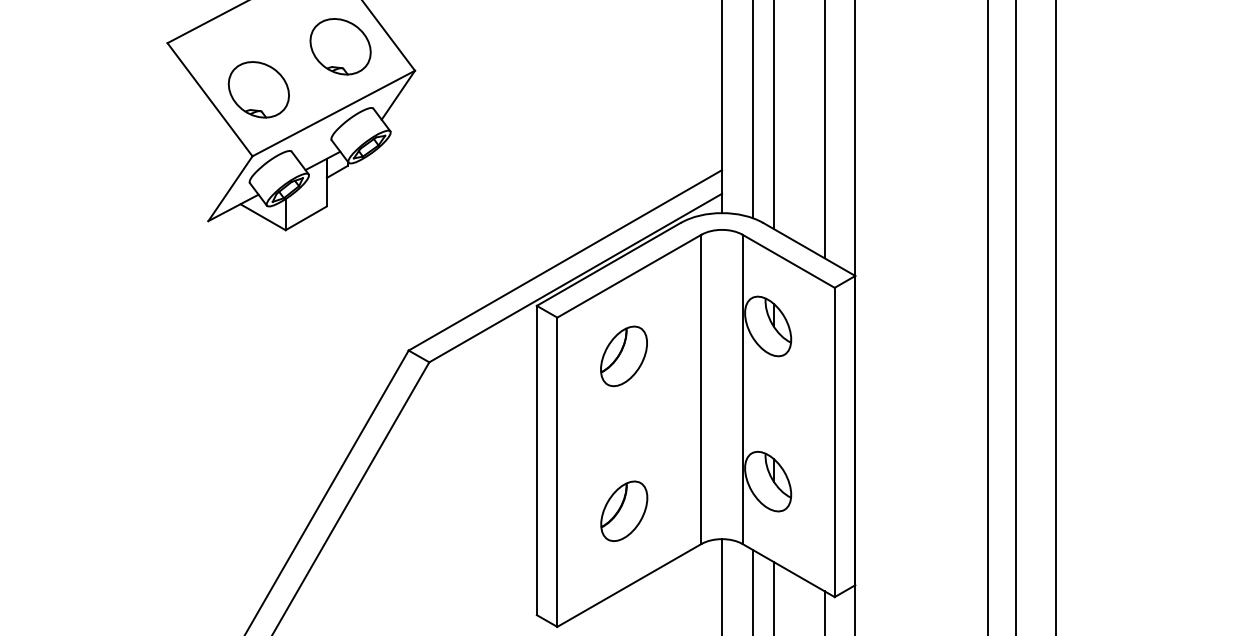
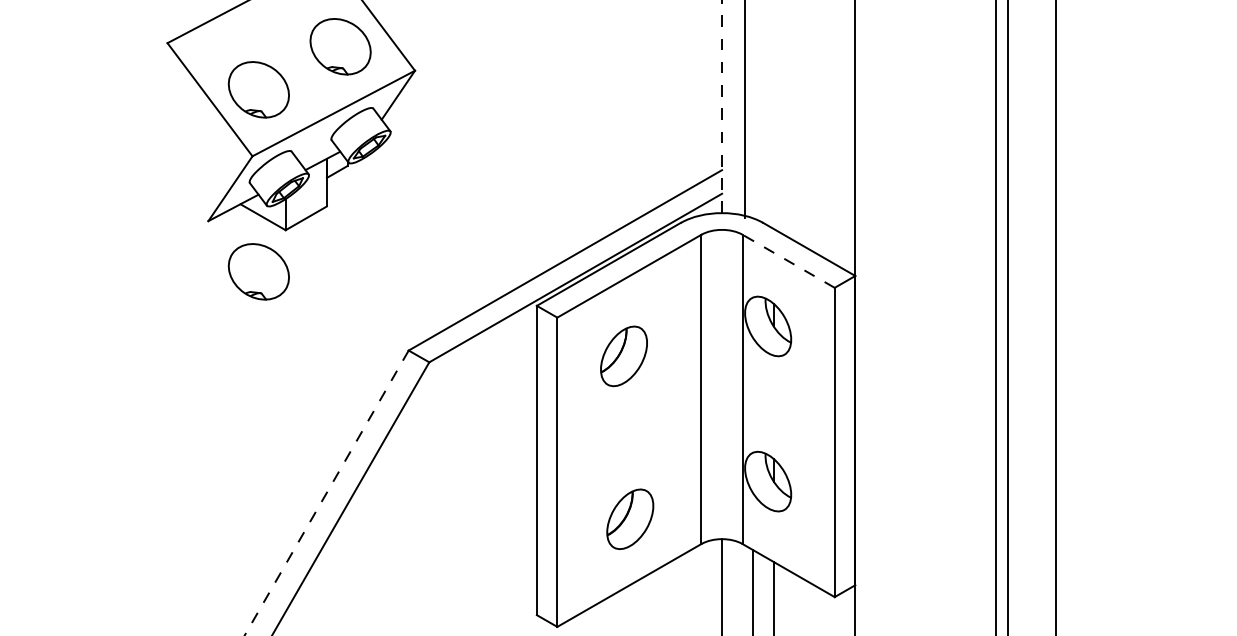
line at (722, 106): solid -> dashed
line at (752, 110) position: (752, 110) -> (744, 110)
line at (773, 115): present -> none
line at (824, 130): present -> none
line at (788, 261): solid -> dashed
part at (258, 271): none -> present
line at (988, 317) position: (988, 317) -> (996, 317)
line at (1016, 317) position: (1016, 317) -> (1008, 317)
line at (326, 493): solid -> dashed
part at (624, 510) position: (624, 510) -> (630, 518)
line at (824, 611): present -> none
